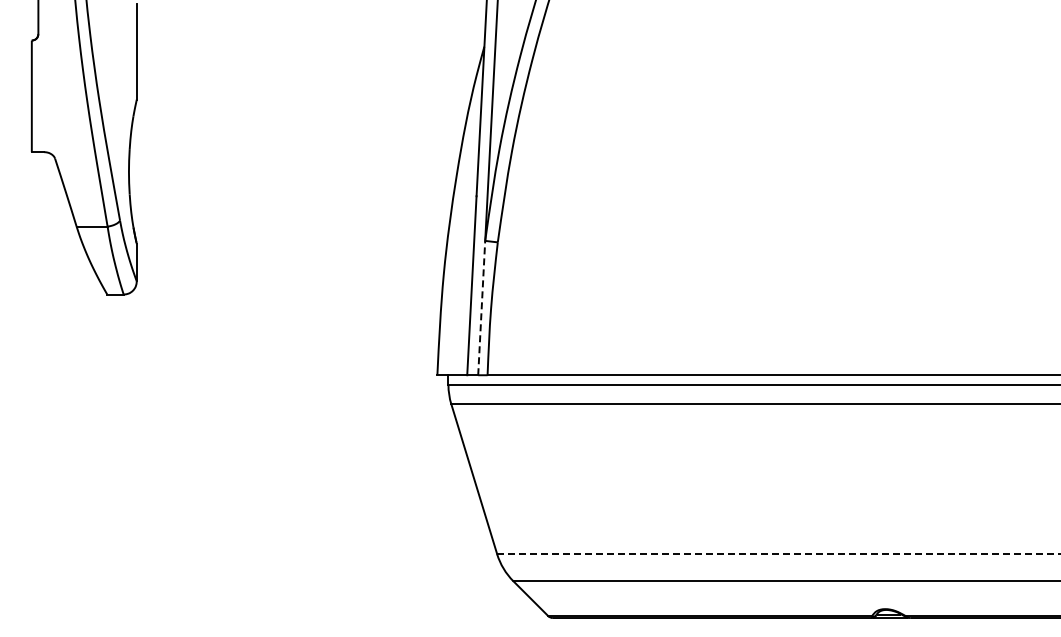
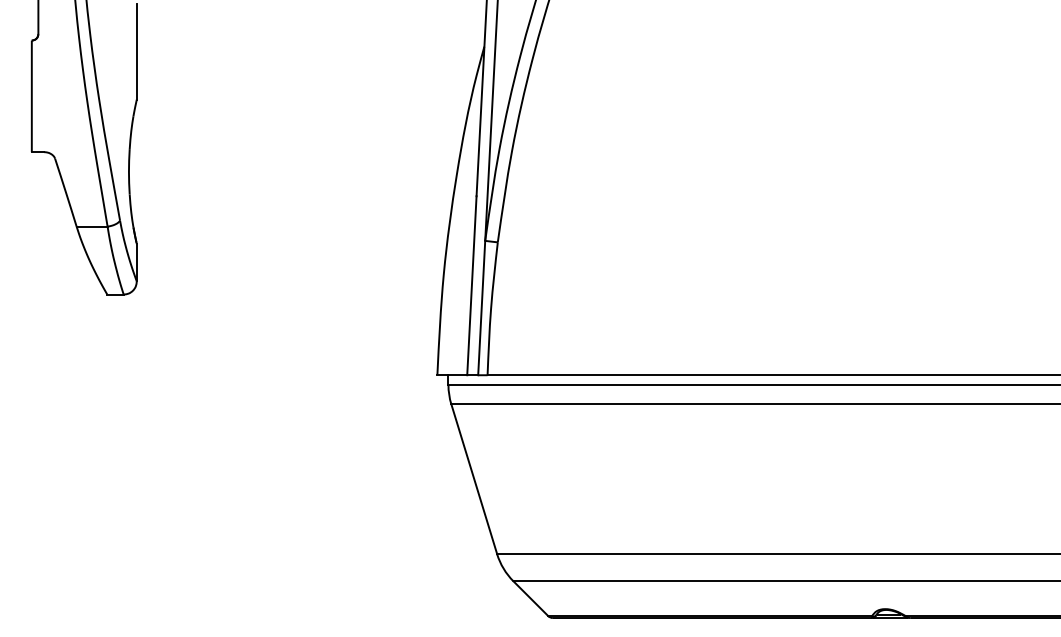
line at (481, 307): dashed -> solid
line at (779, 554): dashed -> solid
